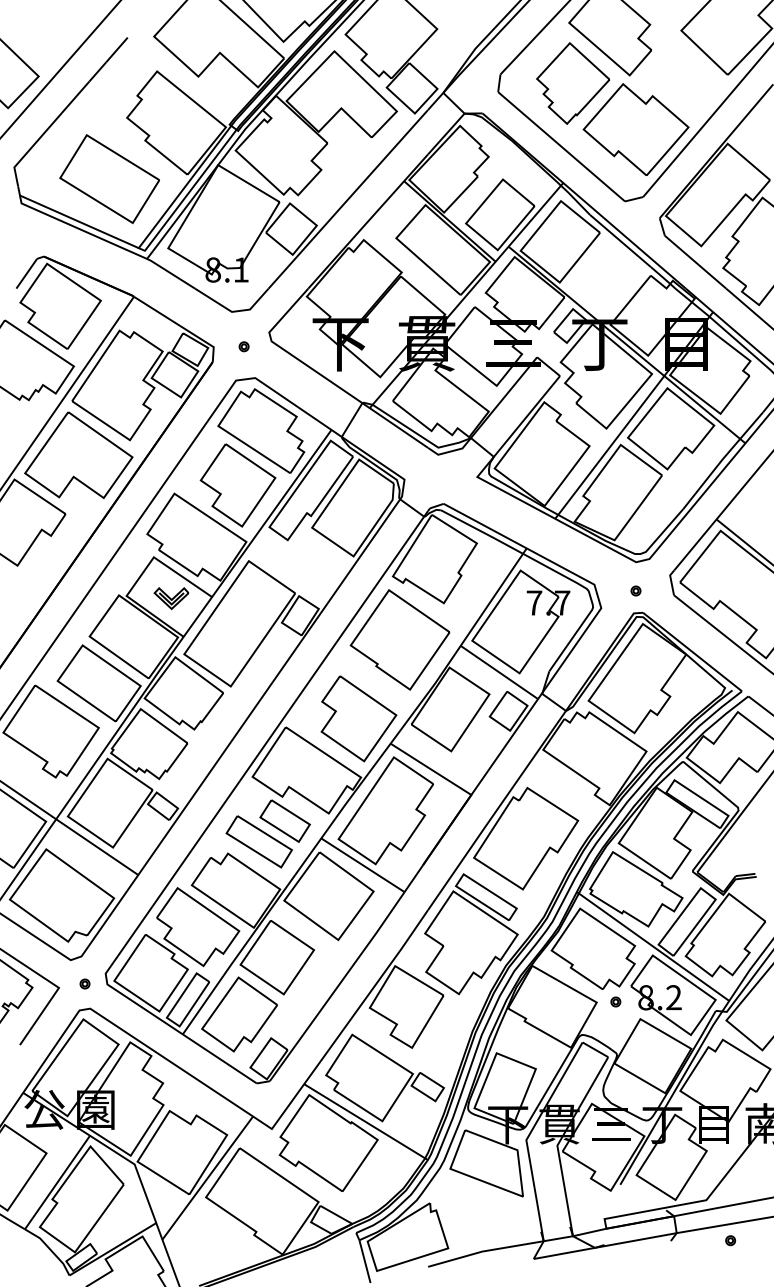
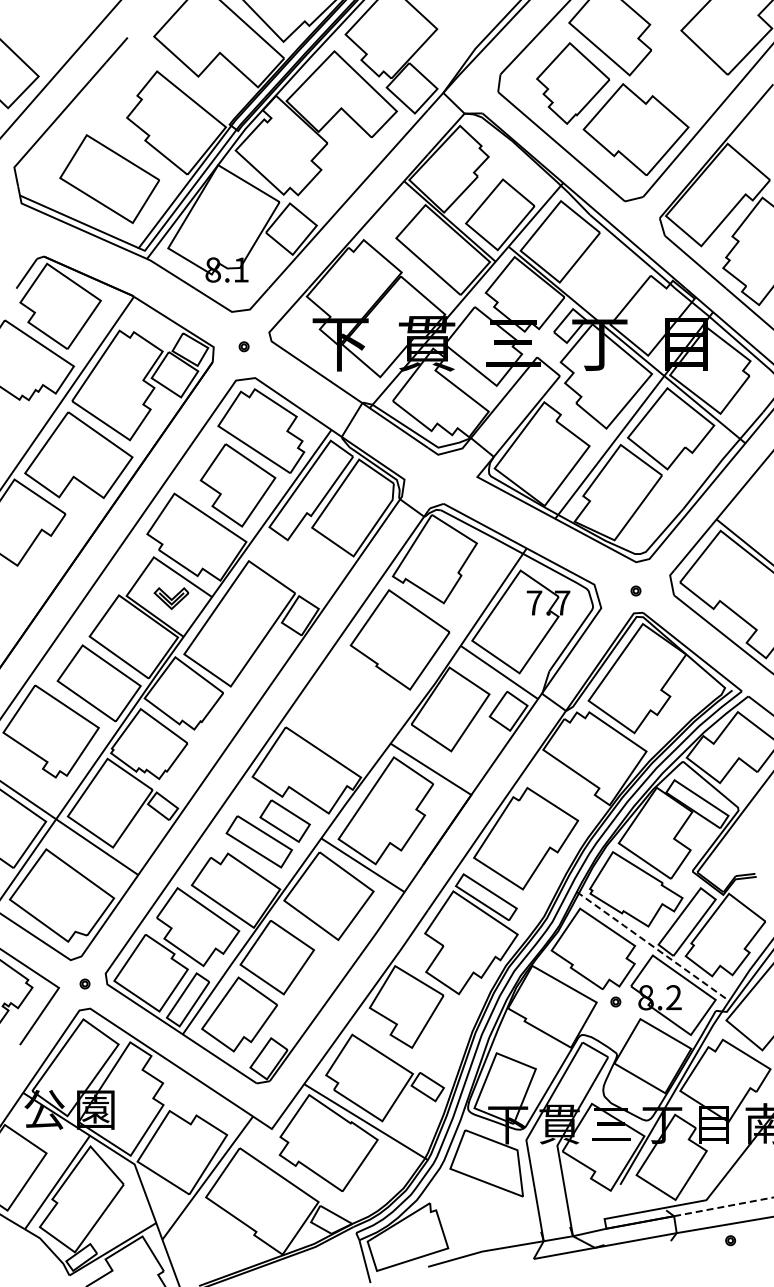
part at (358, 718): present -> none
line at (652, 946): solid -> dashed
line at (724, 1206): solid -> dashed
